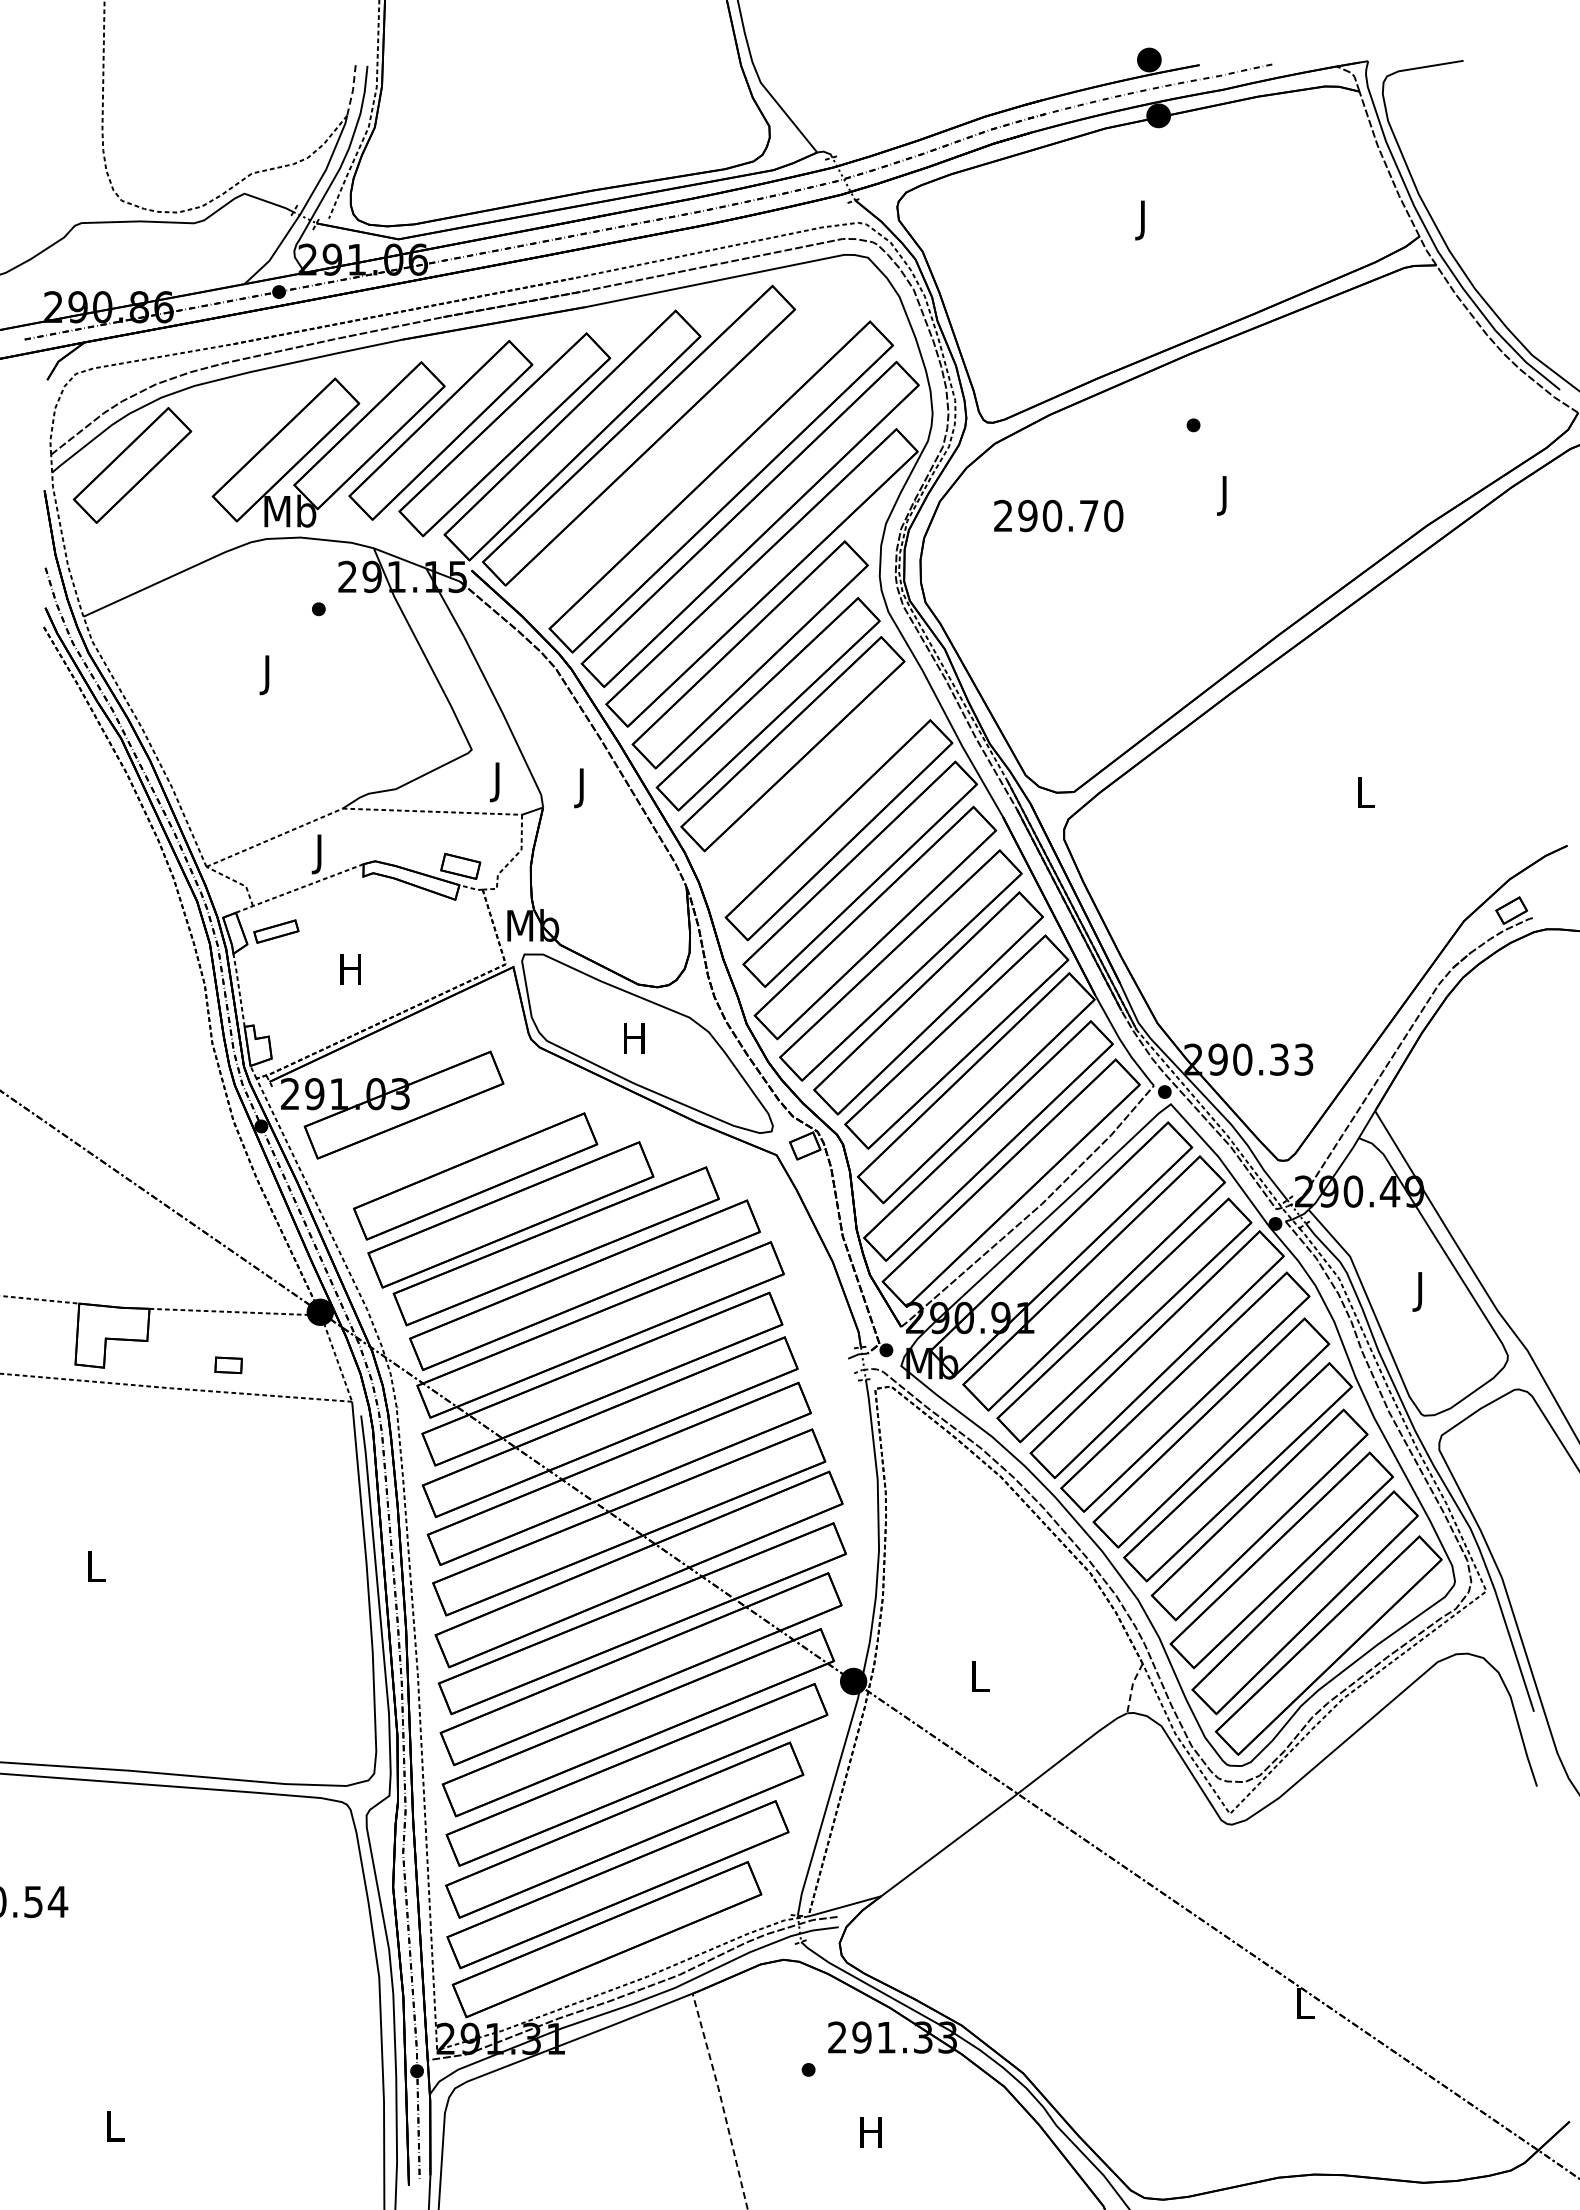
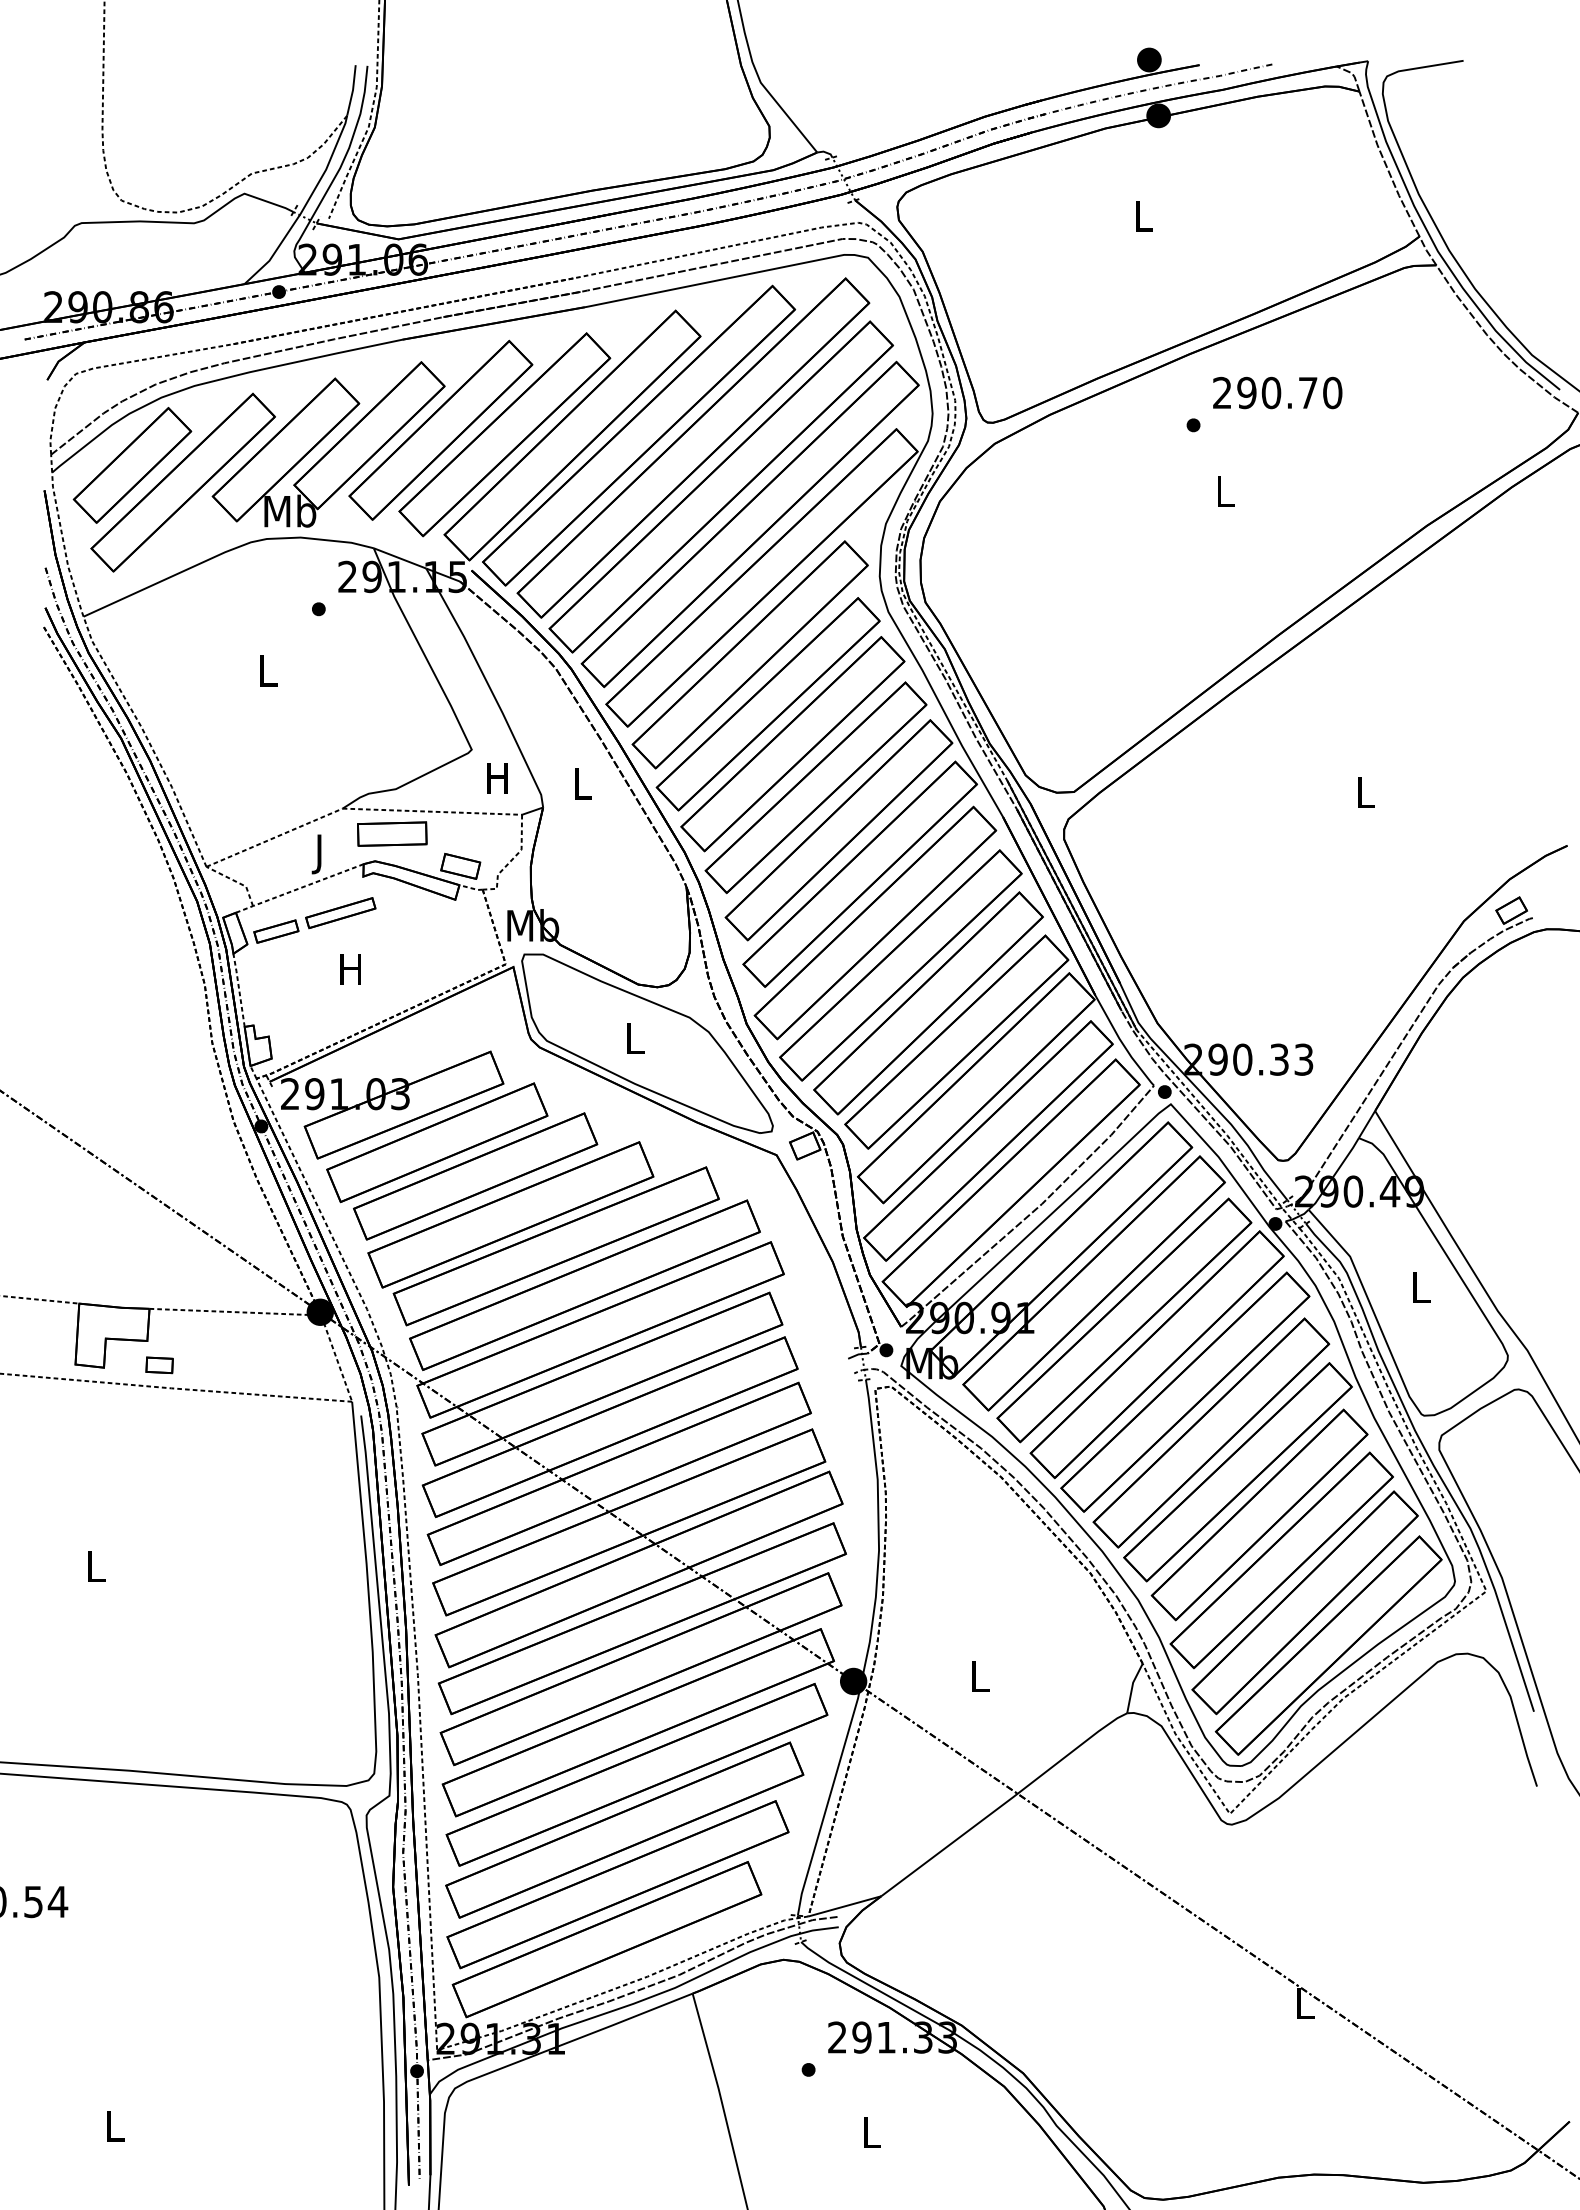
line at (353, 90): dashed -> solid
text at (1143, 220): J -> L
part at (693, 447): none -> present
part at (182, 482): none -> present
text at (1225, 495): J -> L
text at (1058, 515) position: (1058, 515) -> (1277, 392)
text at (268, 675): J -> L
text at (497, 782): J -> H
part at (815, 787): none -> present
text at (582, 788): J -> L
part at (392, 833): none -> present
part at (340, 913): none -> present
text at (634, 1038): H -> L
part at (437, 1142): none -> present
text at (1421, 1291): J -> L
part at (228, 1365) position: (228, 1365) -> (159, 1365)
line at (1132, 1687): dashed -> solid
line at (721, 2100): dashed -> solid
text at (870, 2132): H -> L
